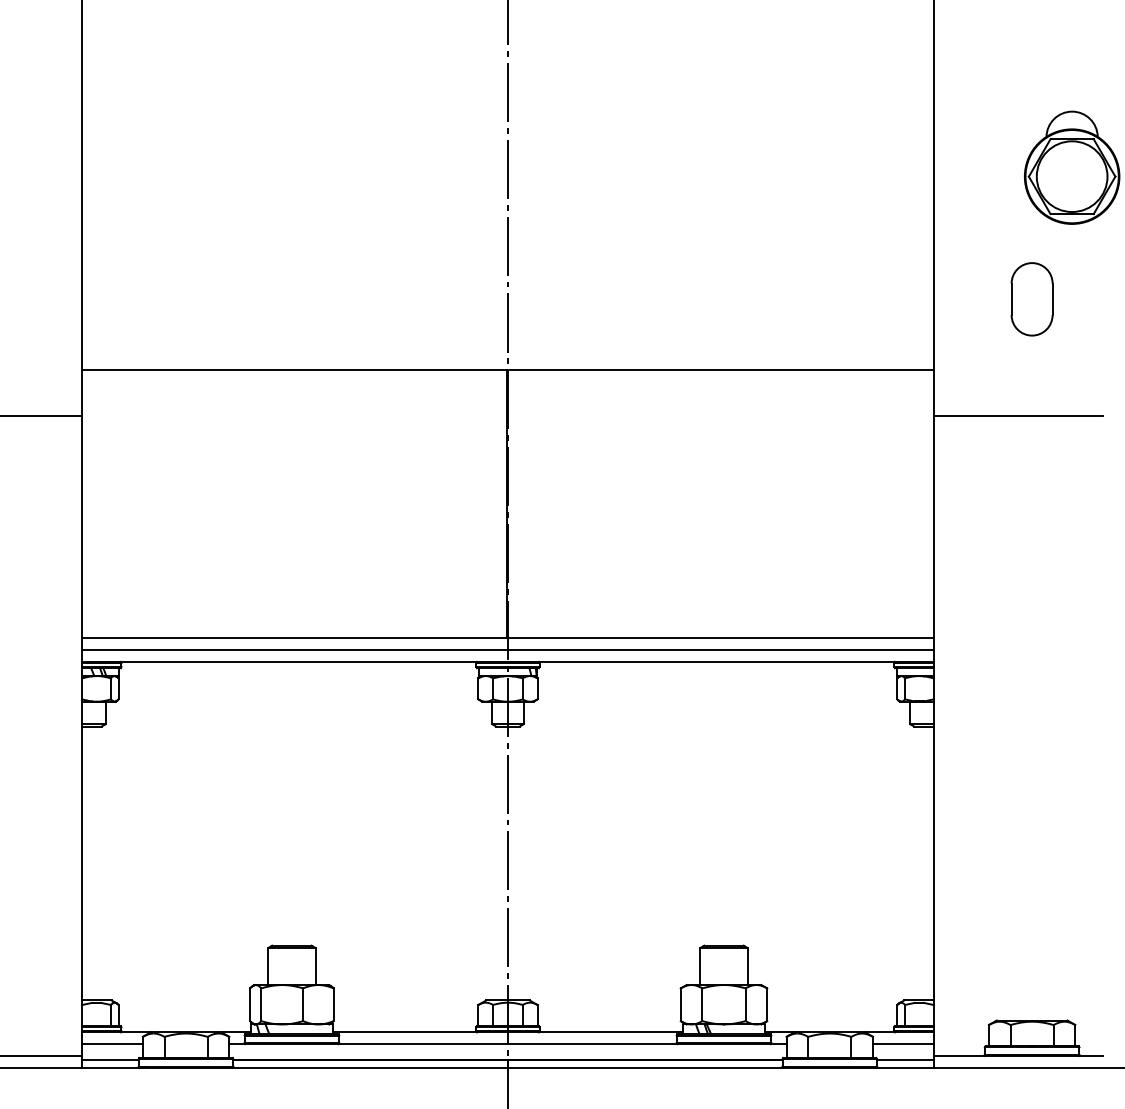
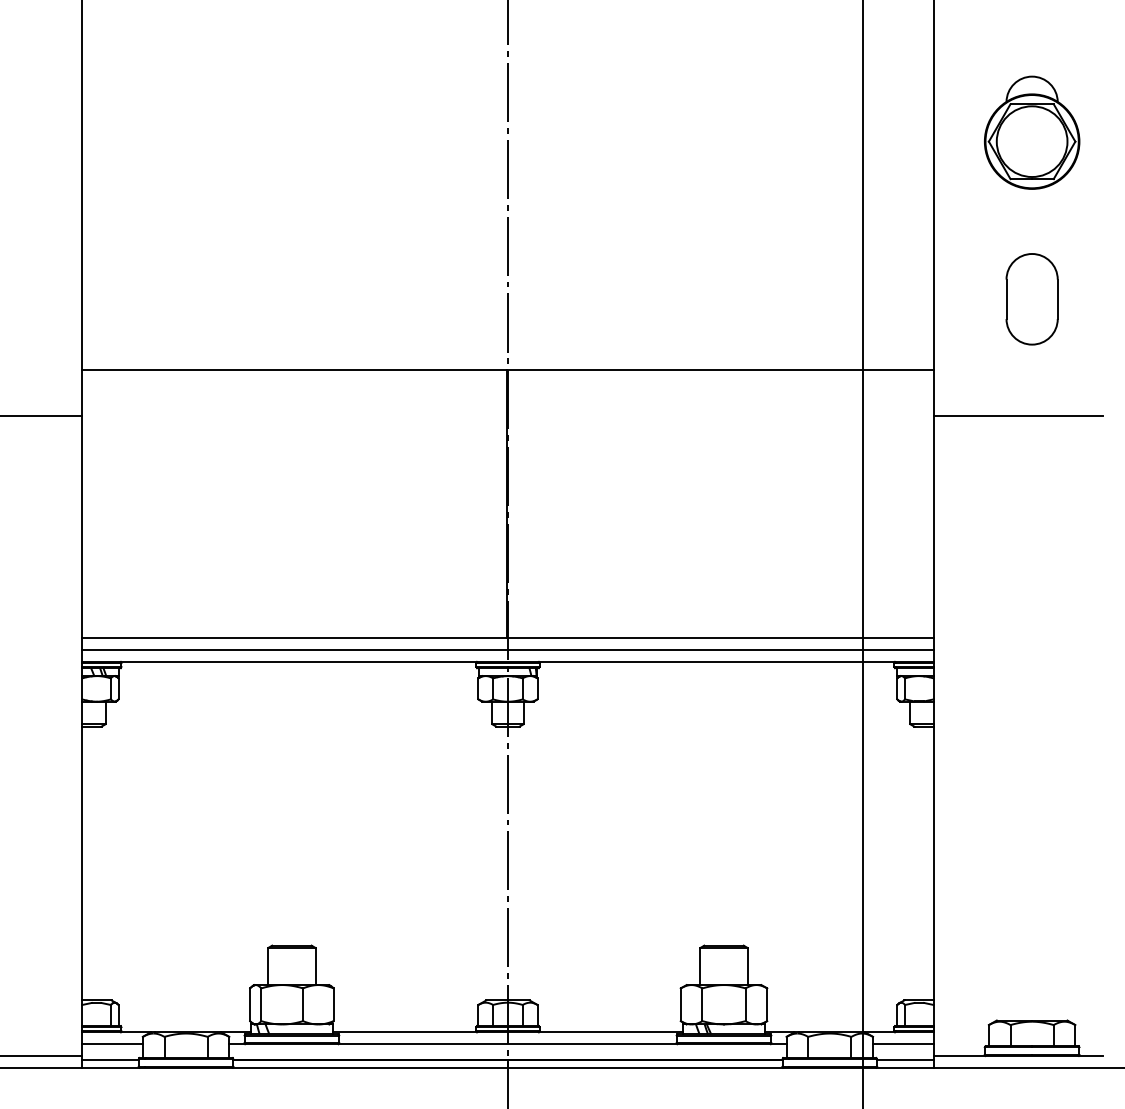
part at (1072, 167) position: (1072, 167) -> (1032, 132)
part at (1031, 299) size: 44x75 px -> 54x93 px
line at (862, 553): none -> present
